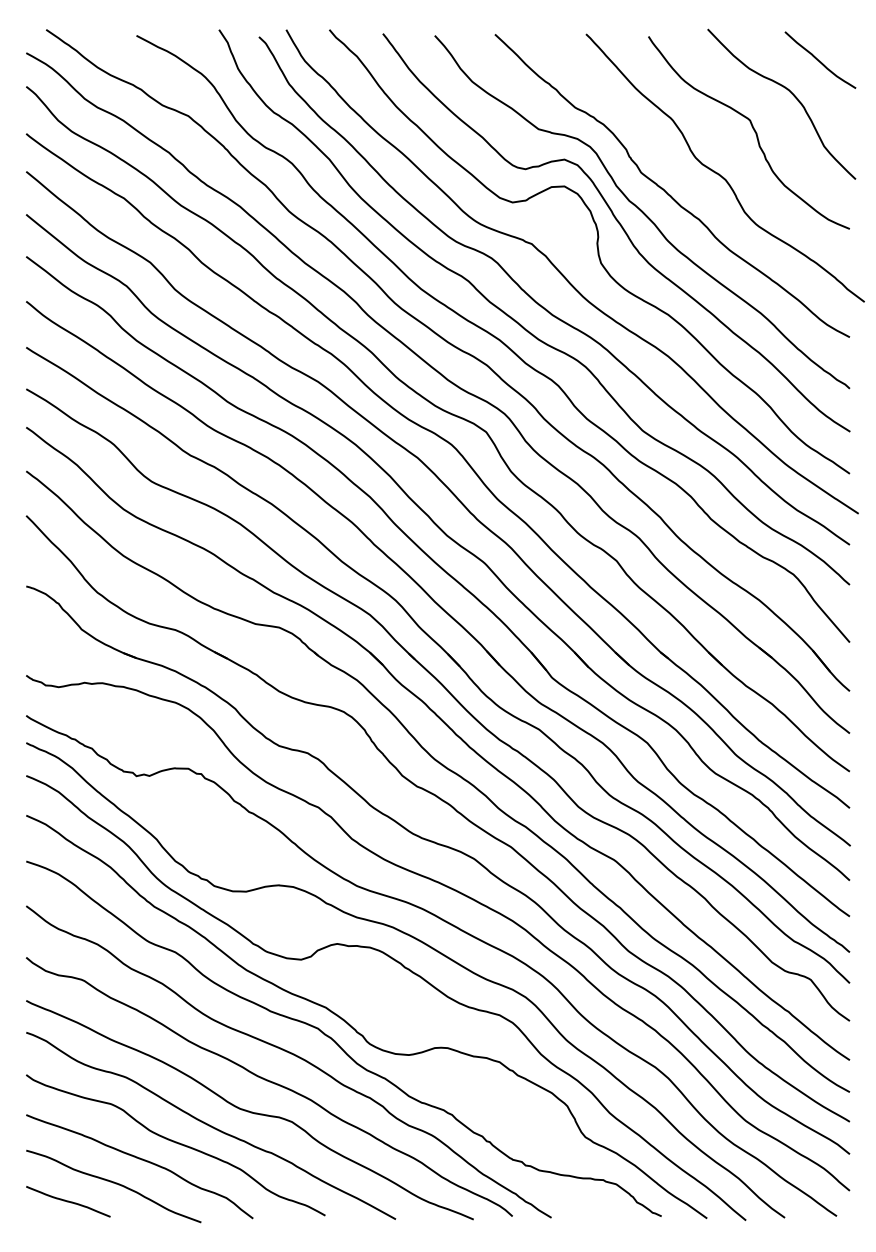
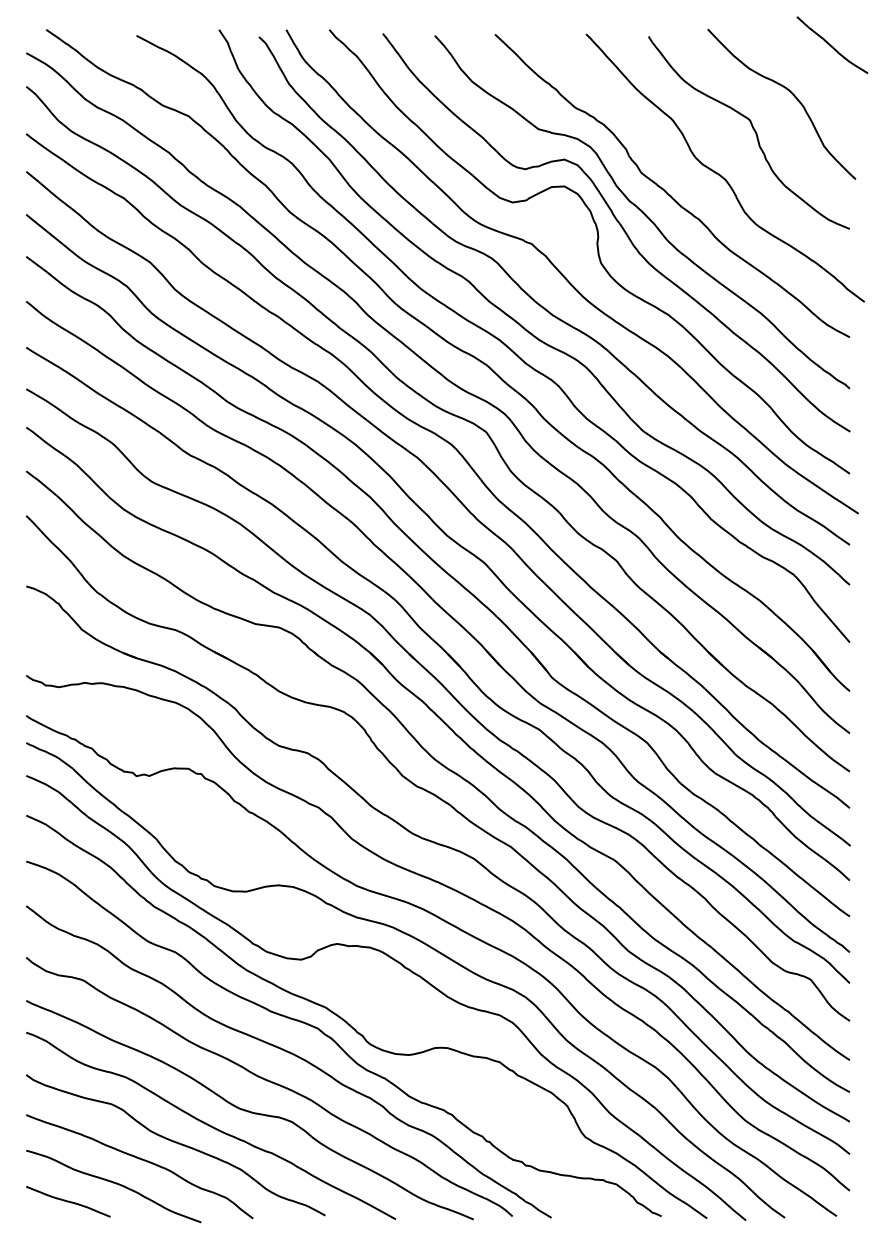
curve at (819, 60) position: (819, 60) -> (831, 45)
